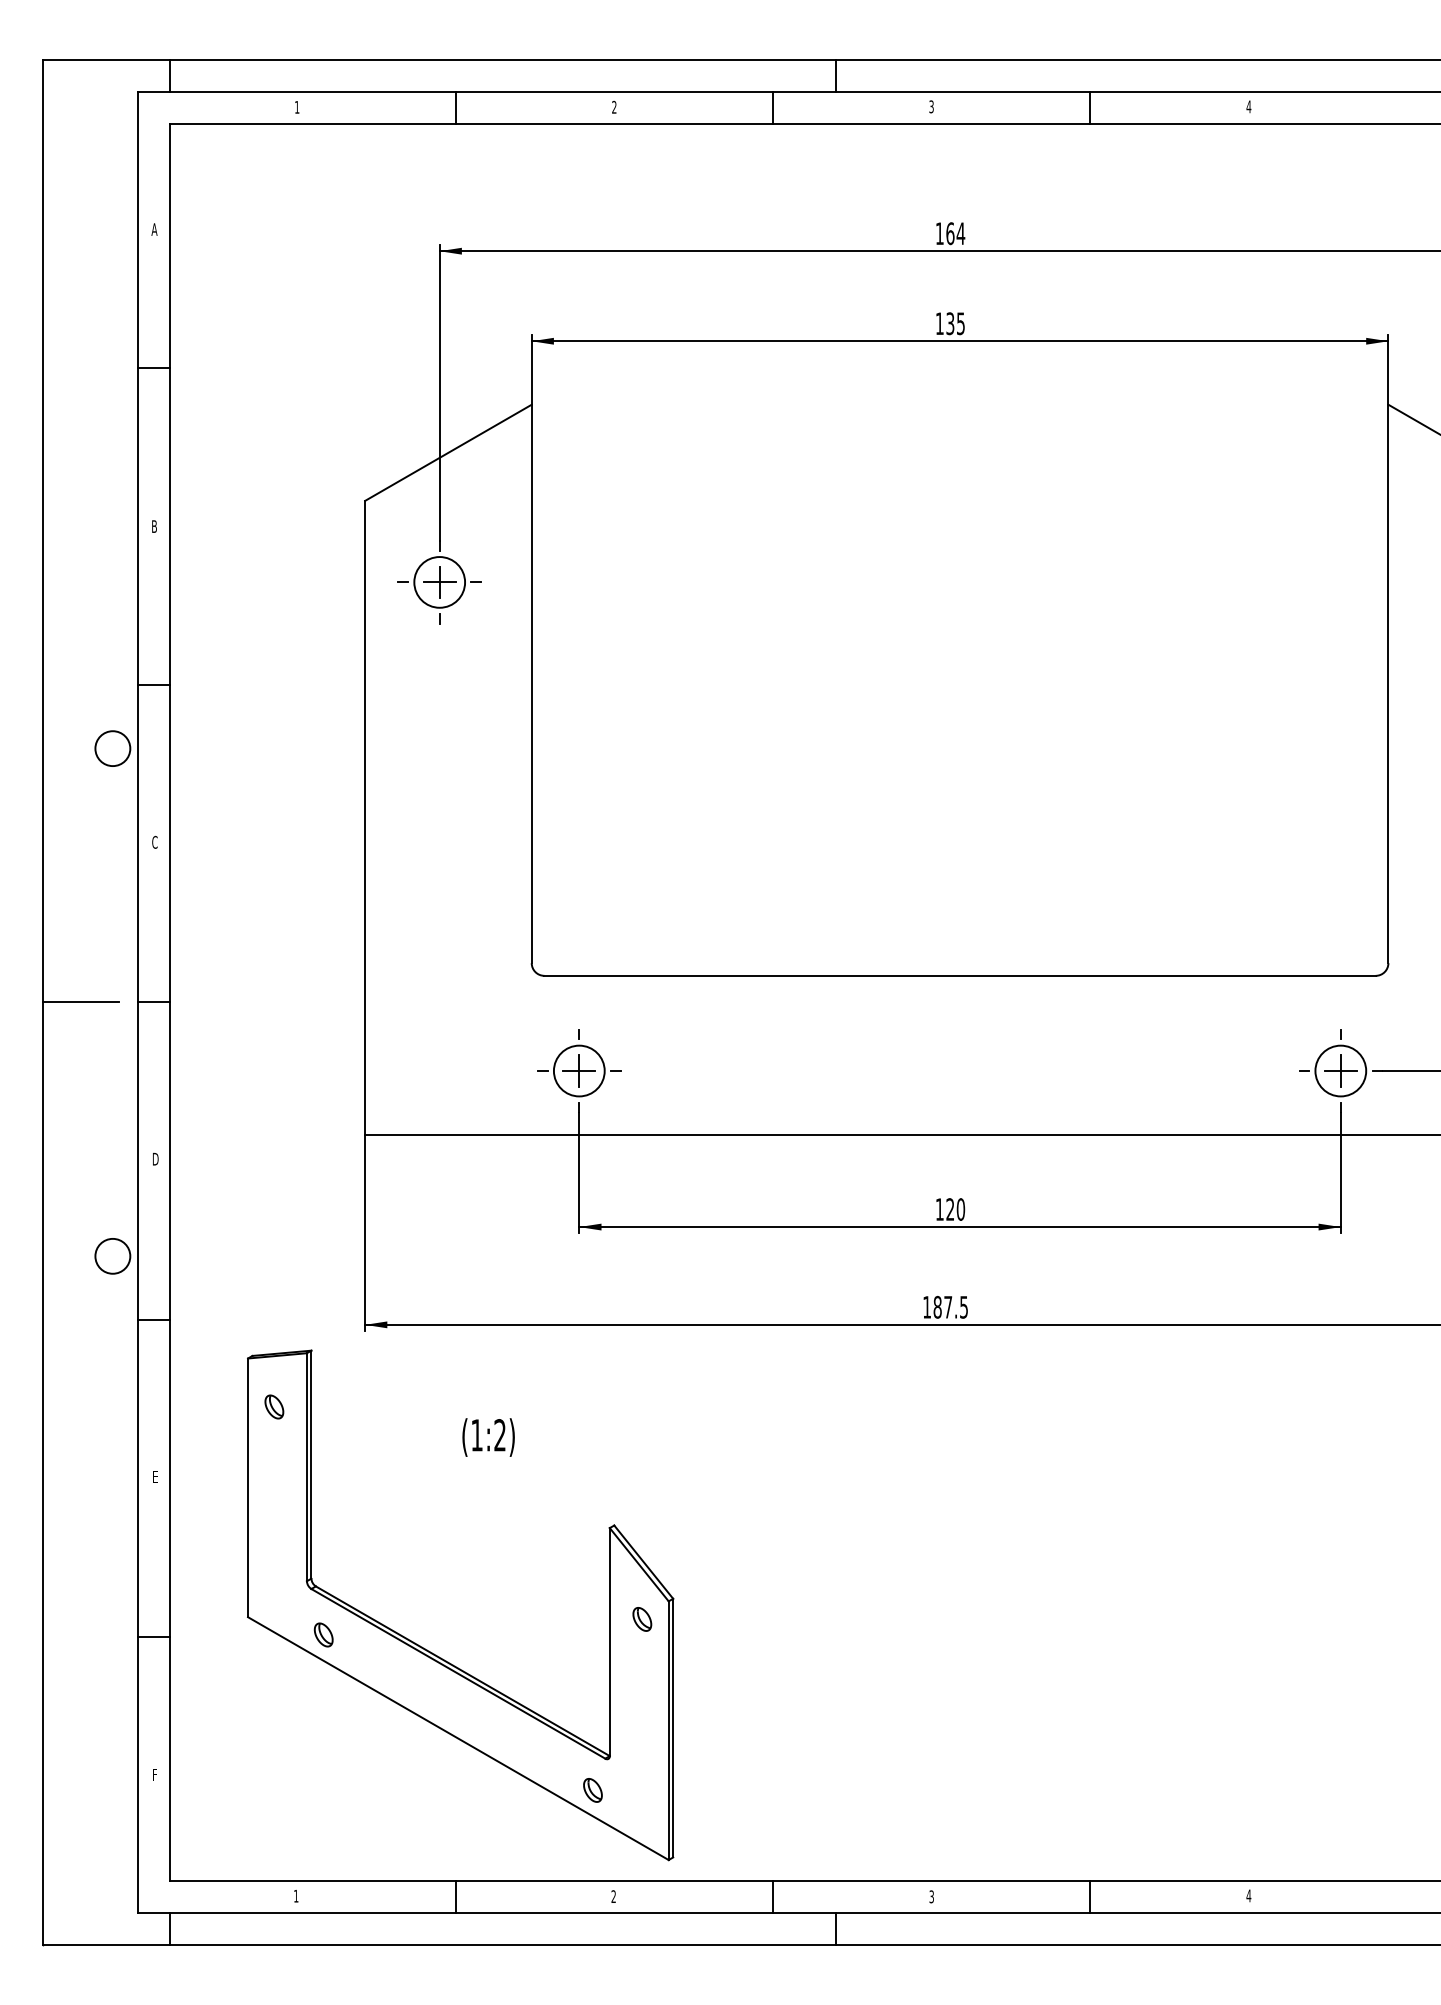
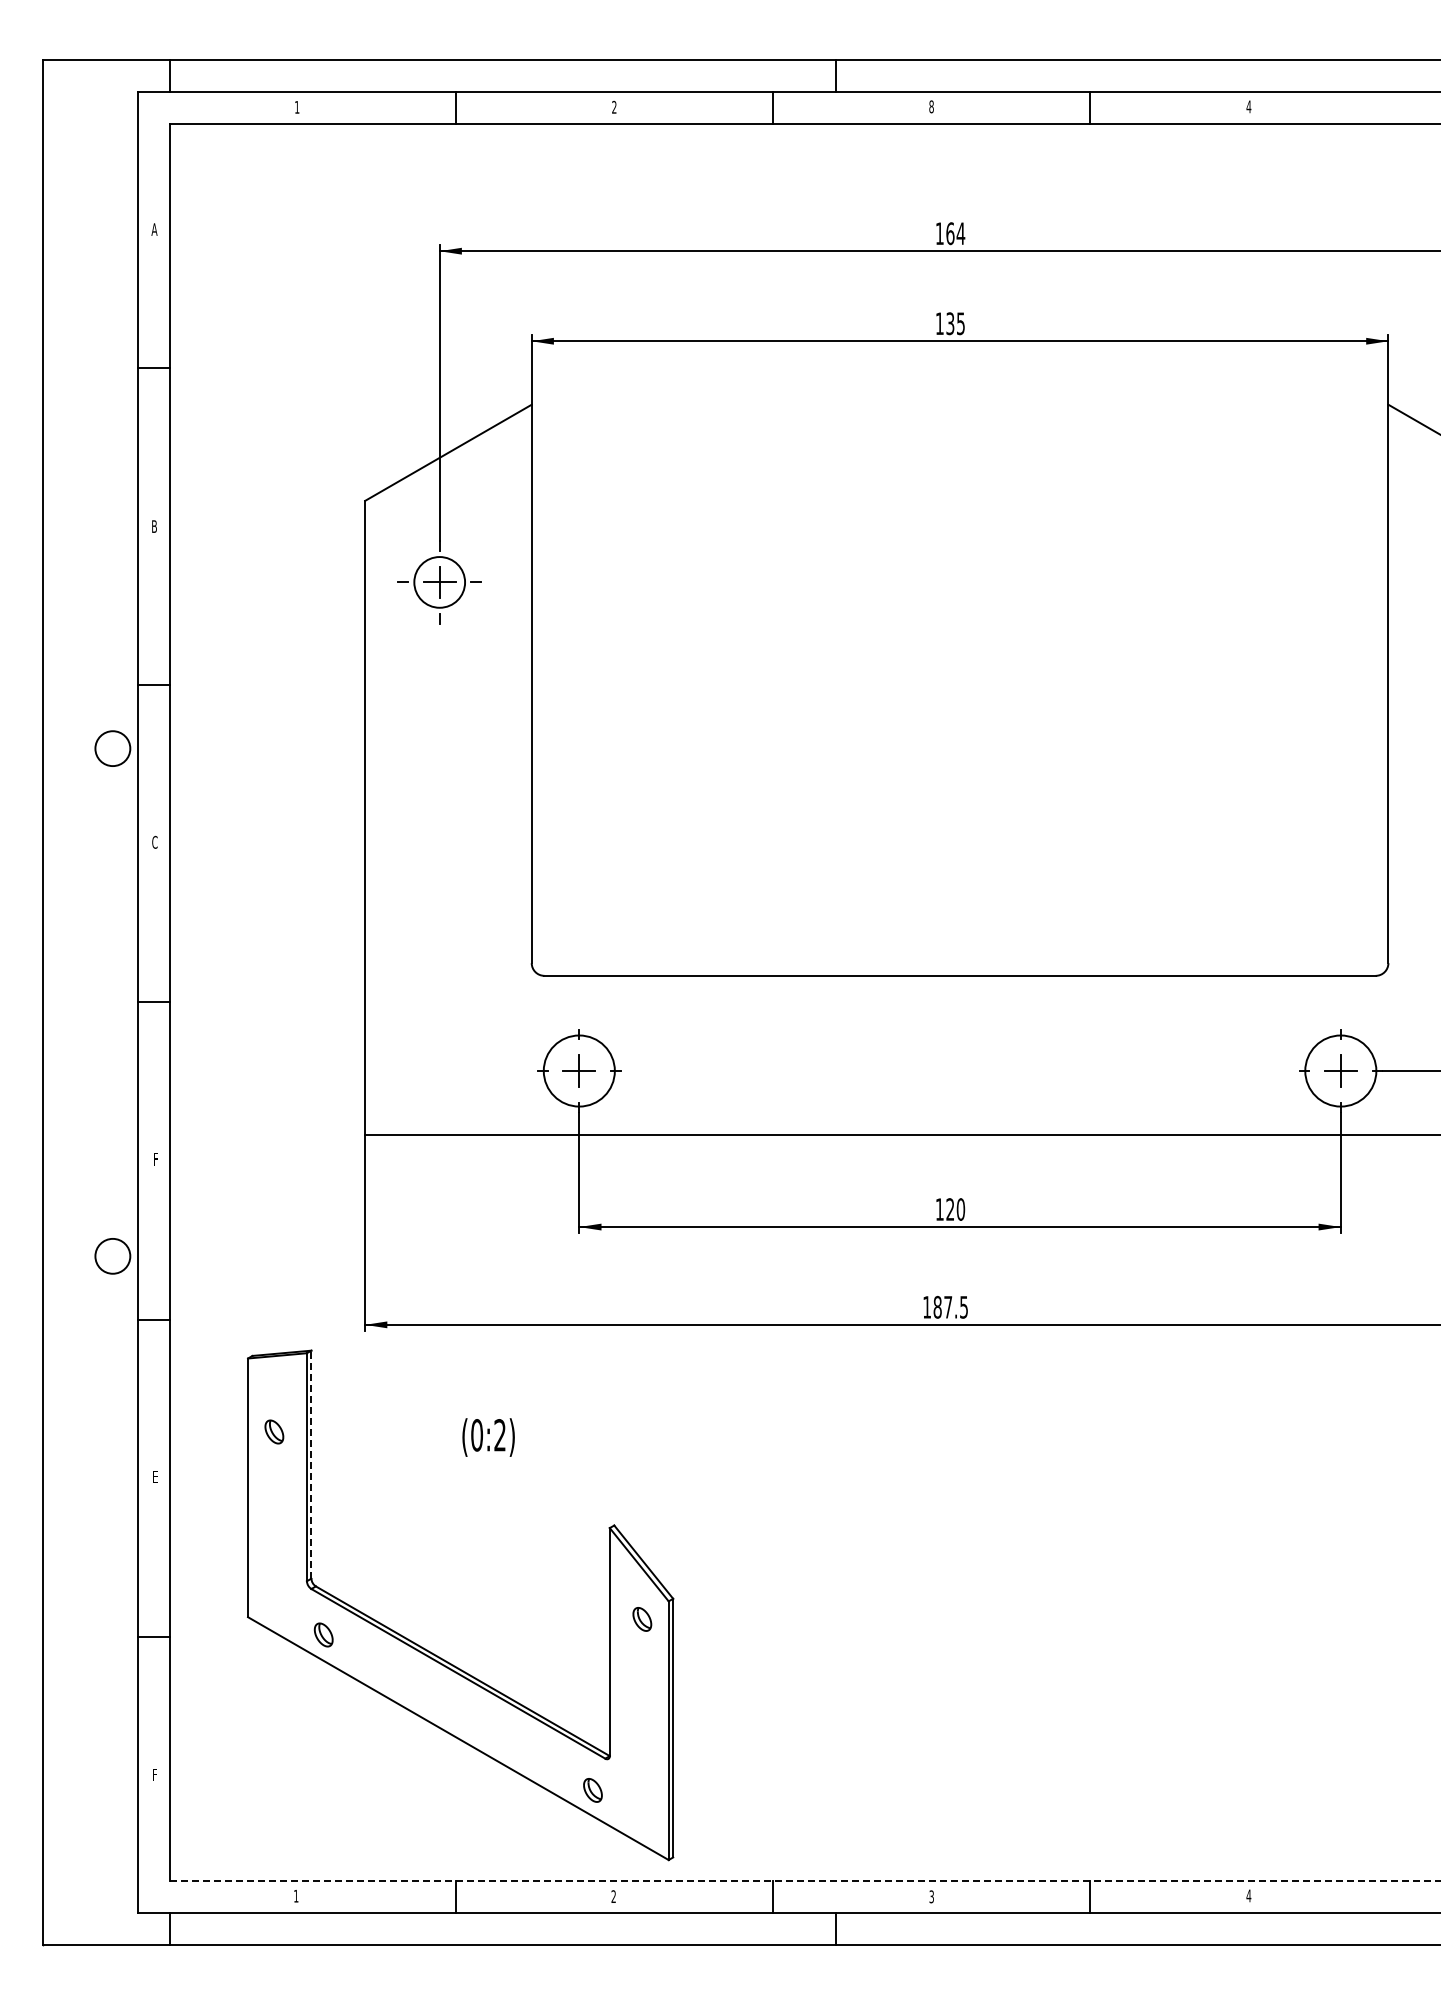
text at (931, 106): 3 -> 8
line at (81, 1002): present -> none
circle at (578, 1070) diameter: 51 px -> 71 px
circle at (1340, 1070) diameter: 51 px -> 71 px
text at (155, 1158): D -> F
part at (274, 1406) position: (274, 1406) -> (274, 1431)
text at (477, 1435): (1:2) -> (0:2)
line at (311, 1464): solid -> dashed
line at (805, 1881): solid -> dashed
